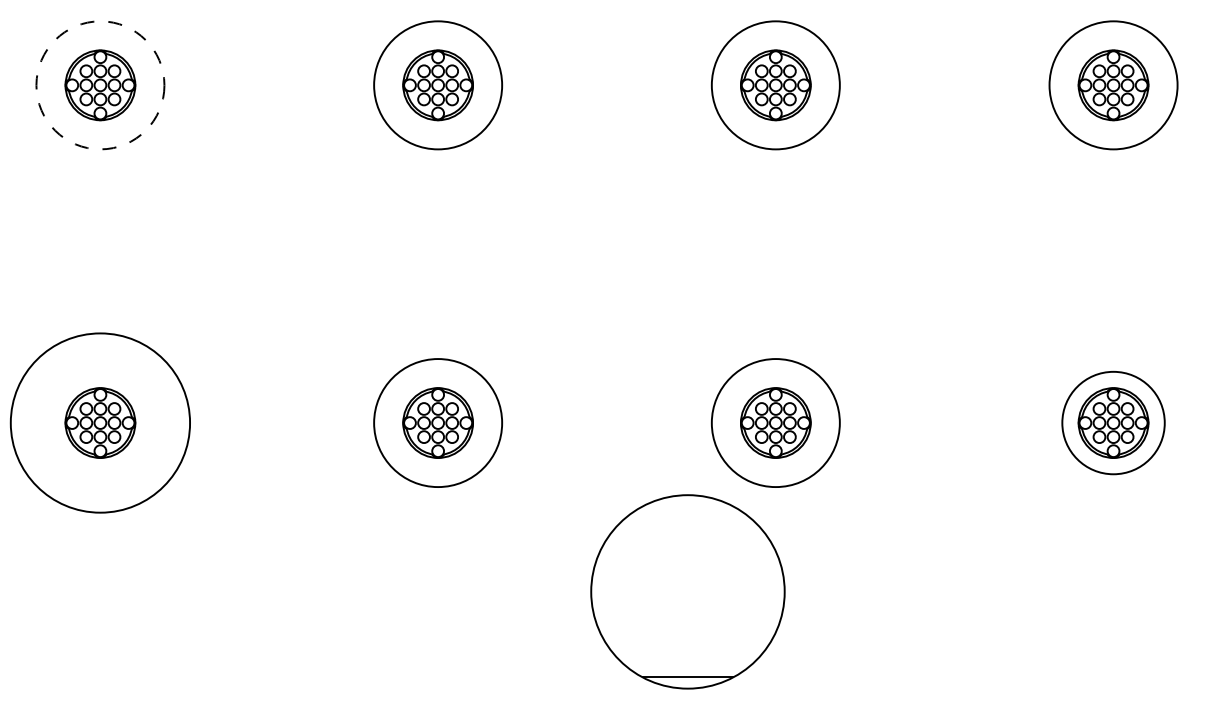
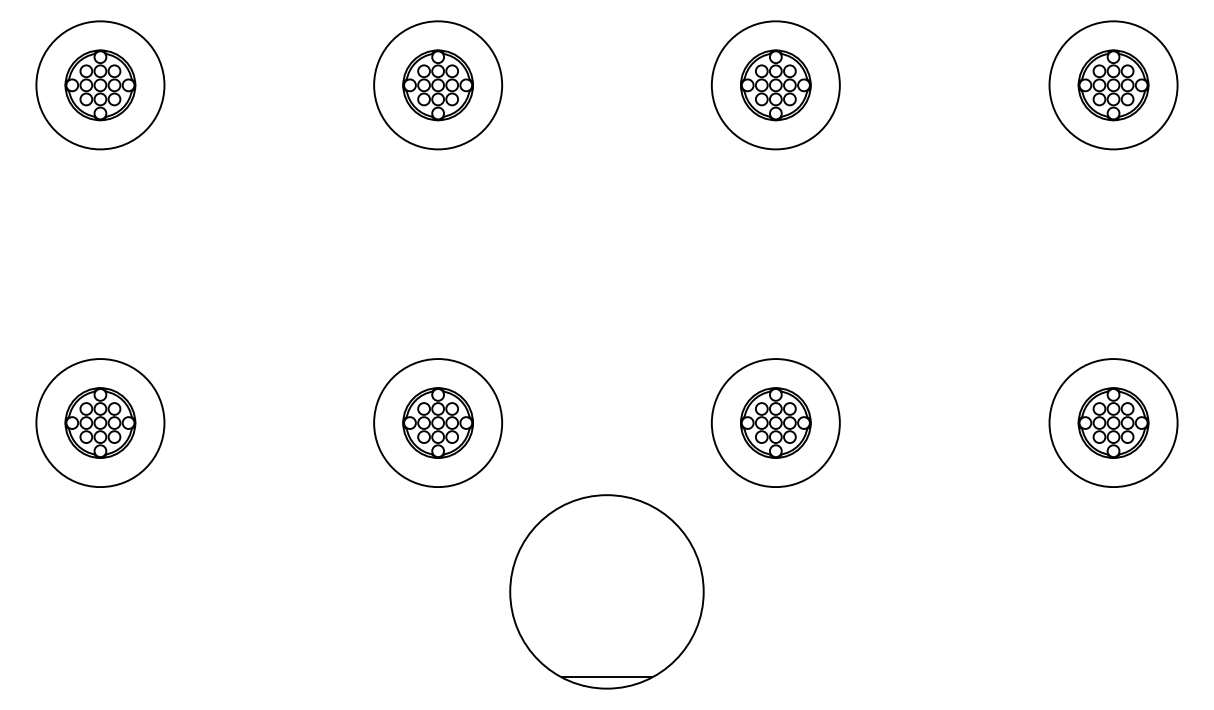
circle at (100, 85): dashed -> solid
circle at (100, 422) diameter: 179 px -> 128 px
circle at (1113, 422) diameter: 102 px -> 128 px
part at (687, 591) position: (687, 591) -> (606, 591)
